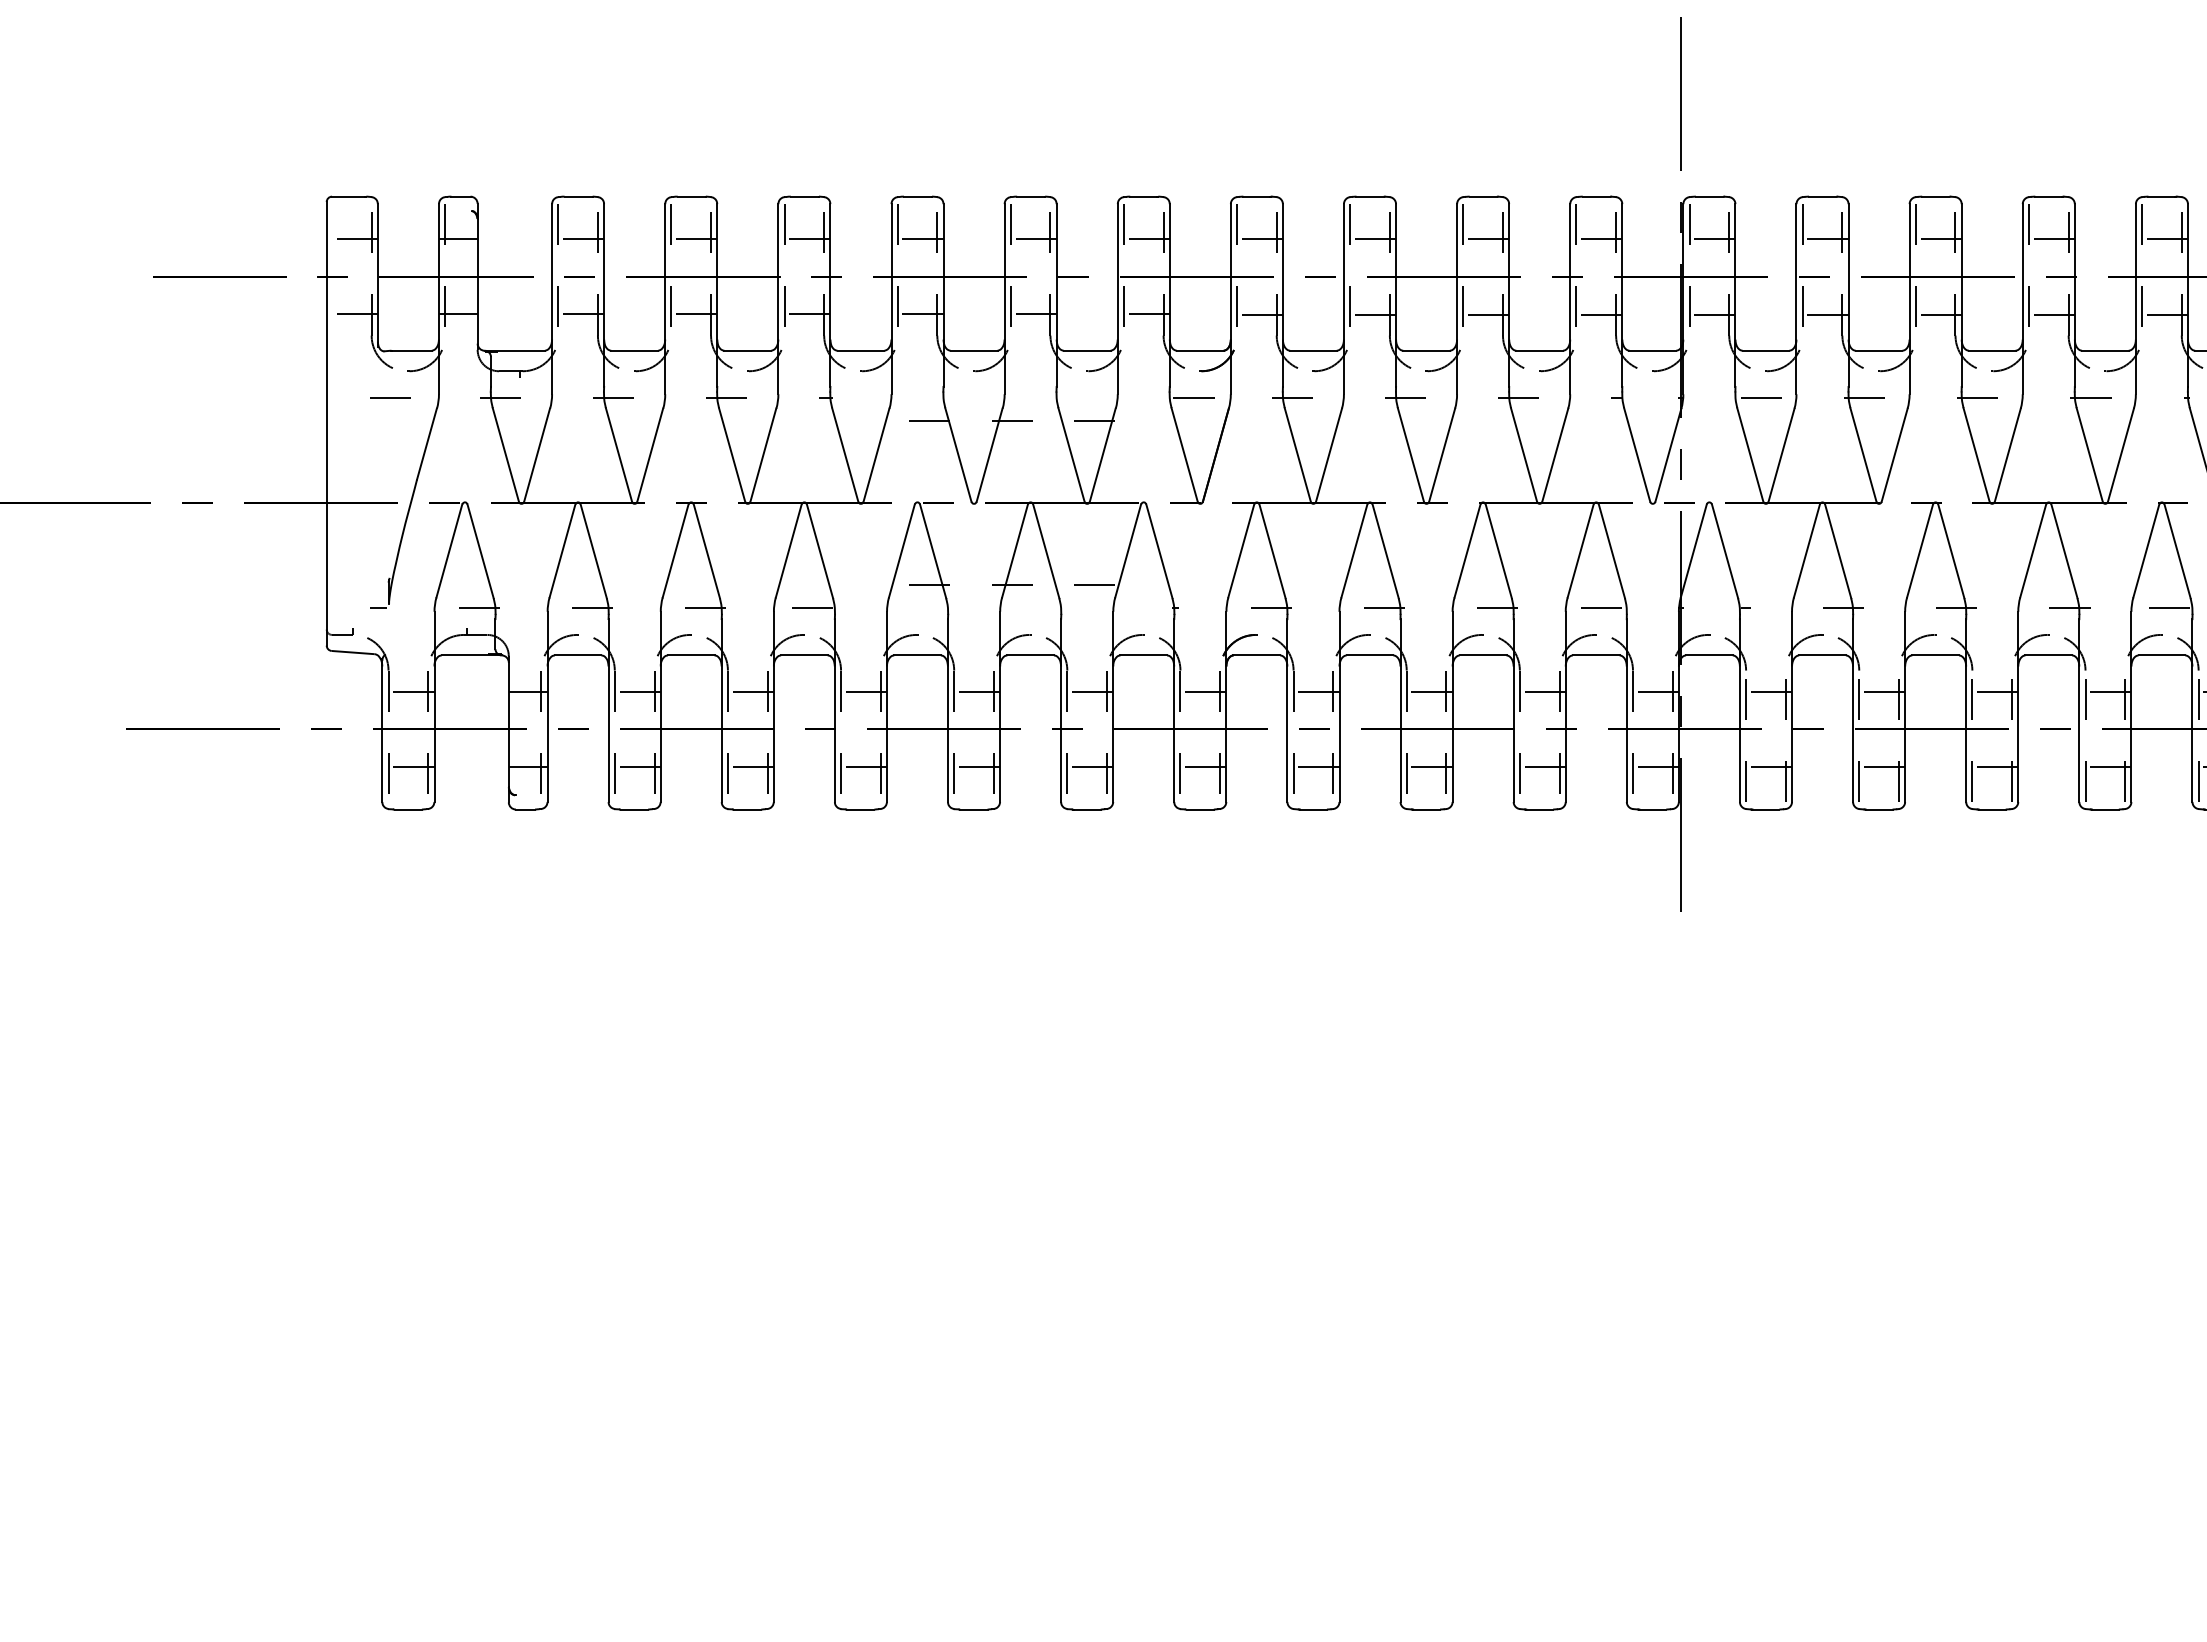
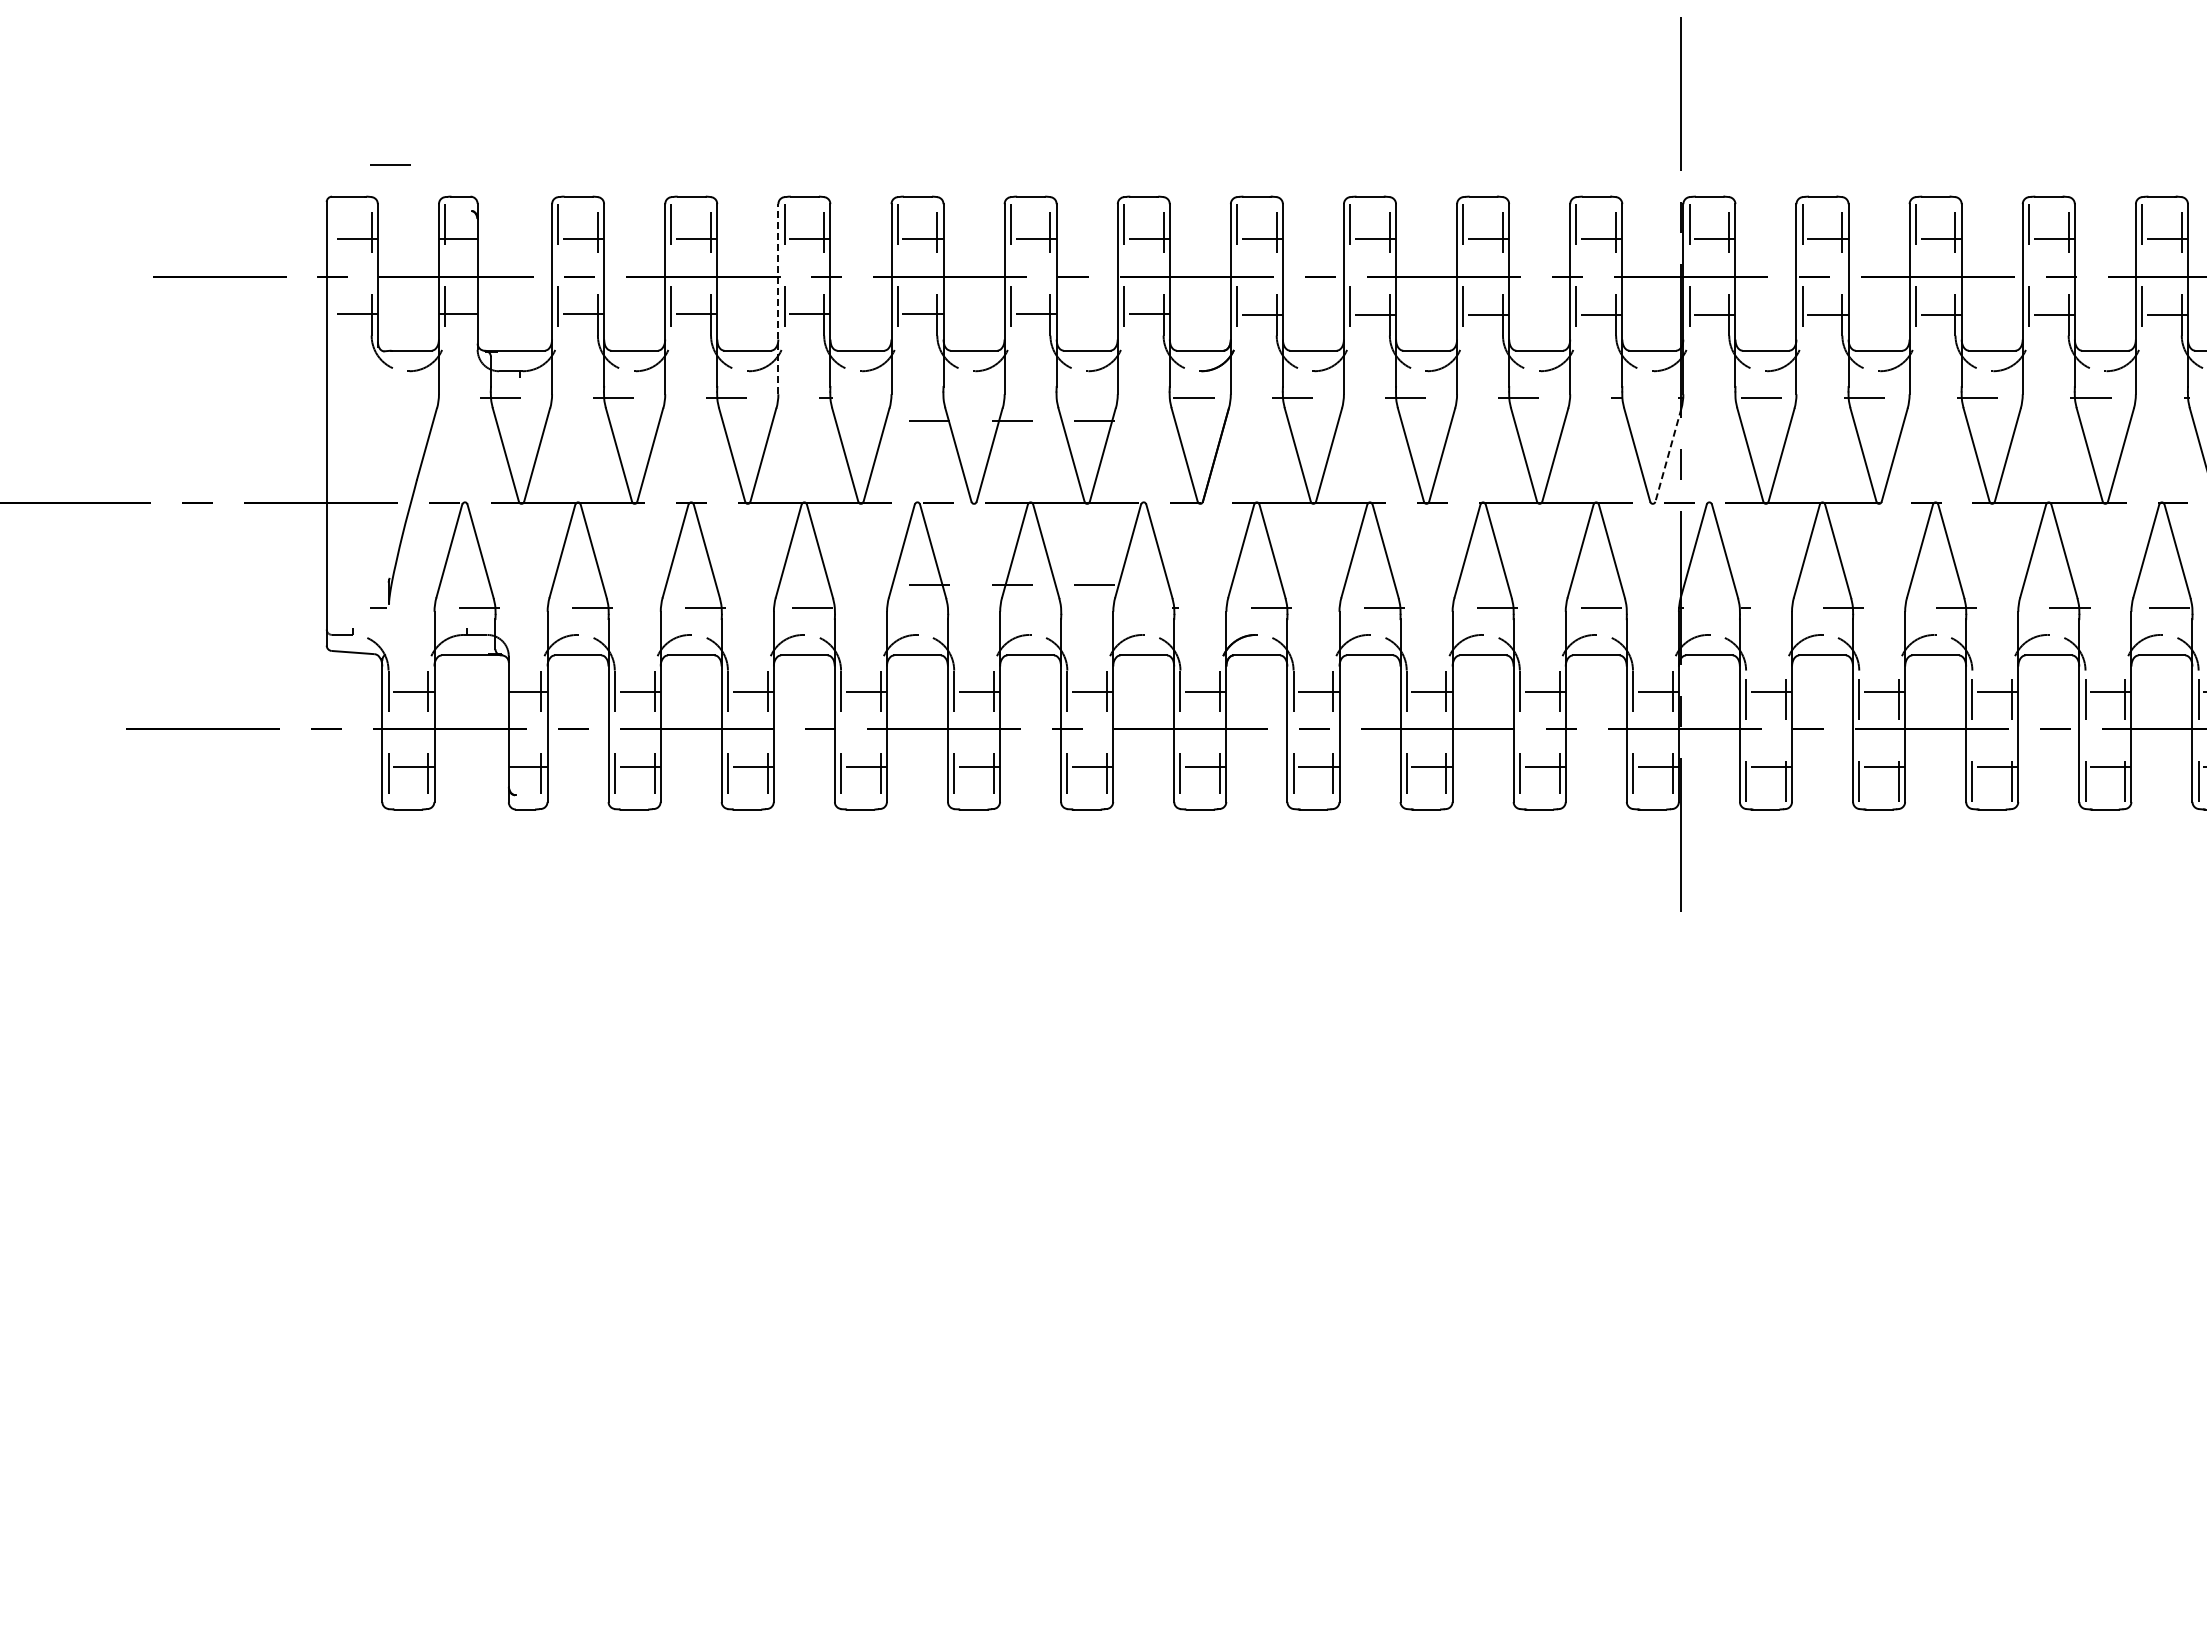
line at (778, 298): solid -> dashed
line at (390, 397) position: (390, 397) -> (390, 164)
line at (1668, 455): solid -> dashed
